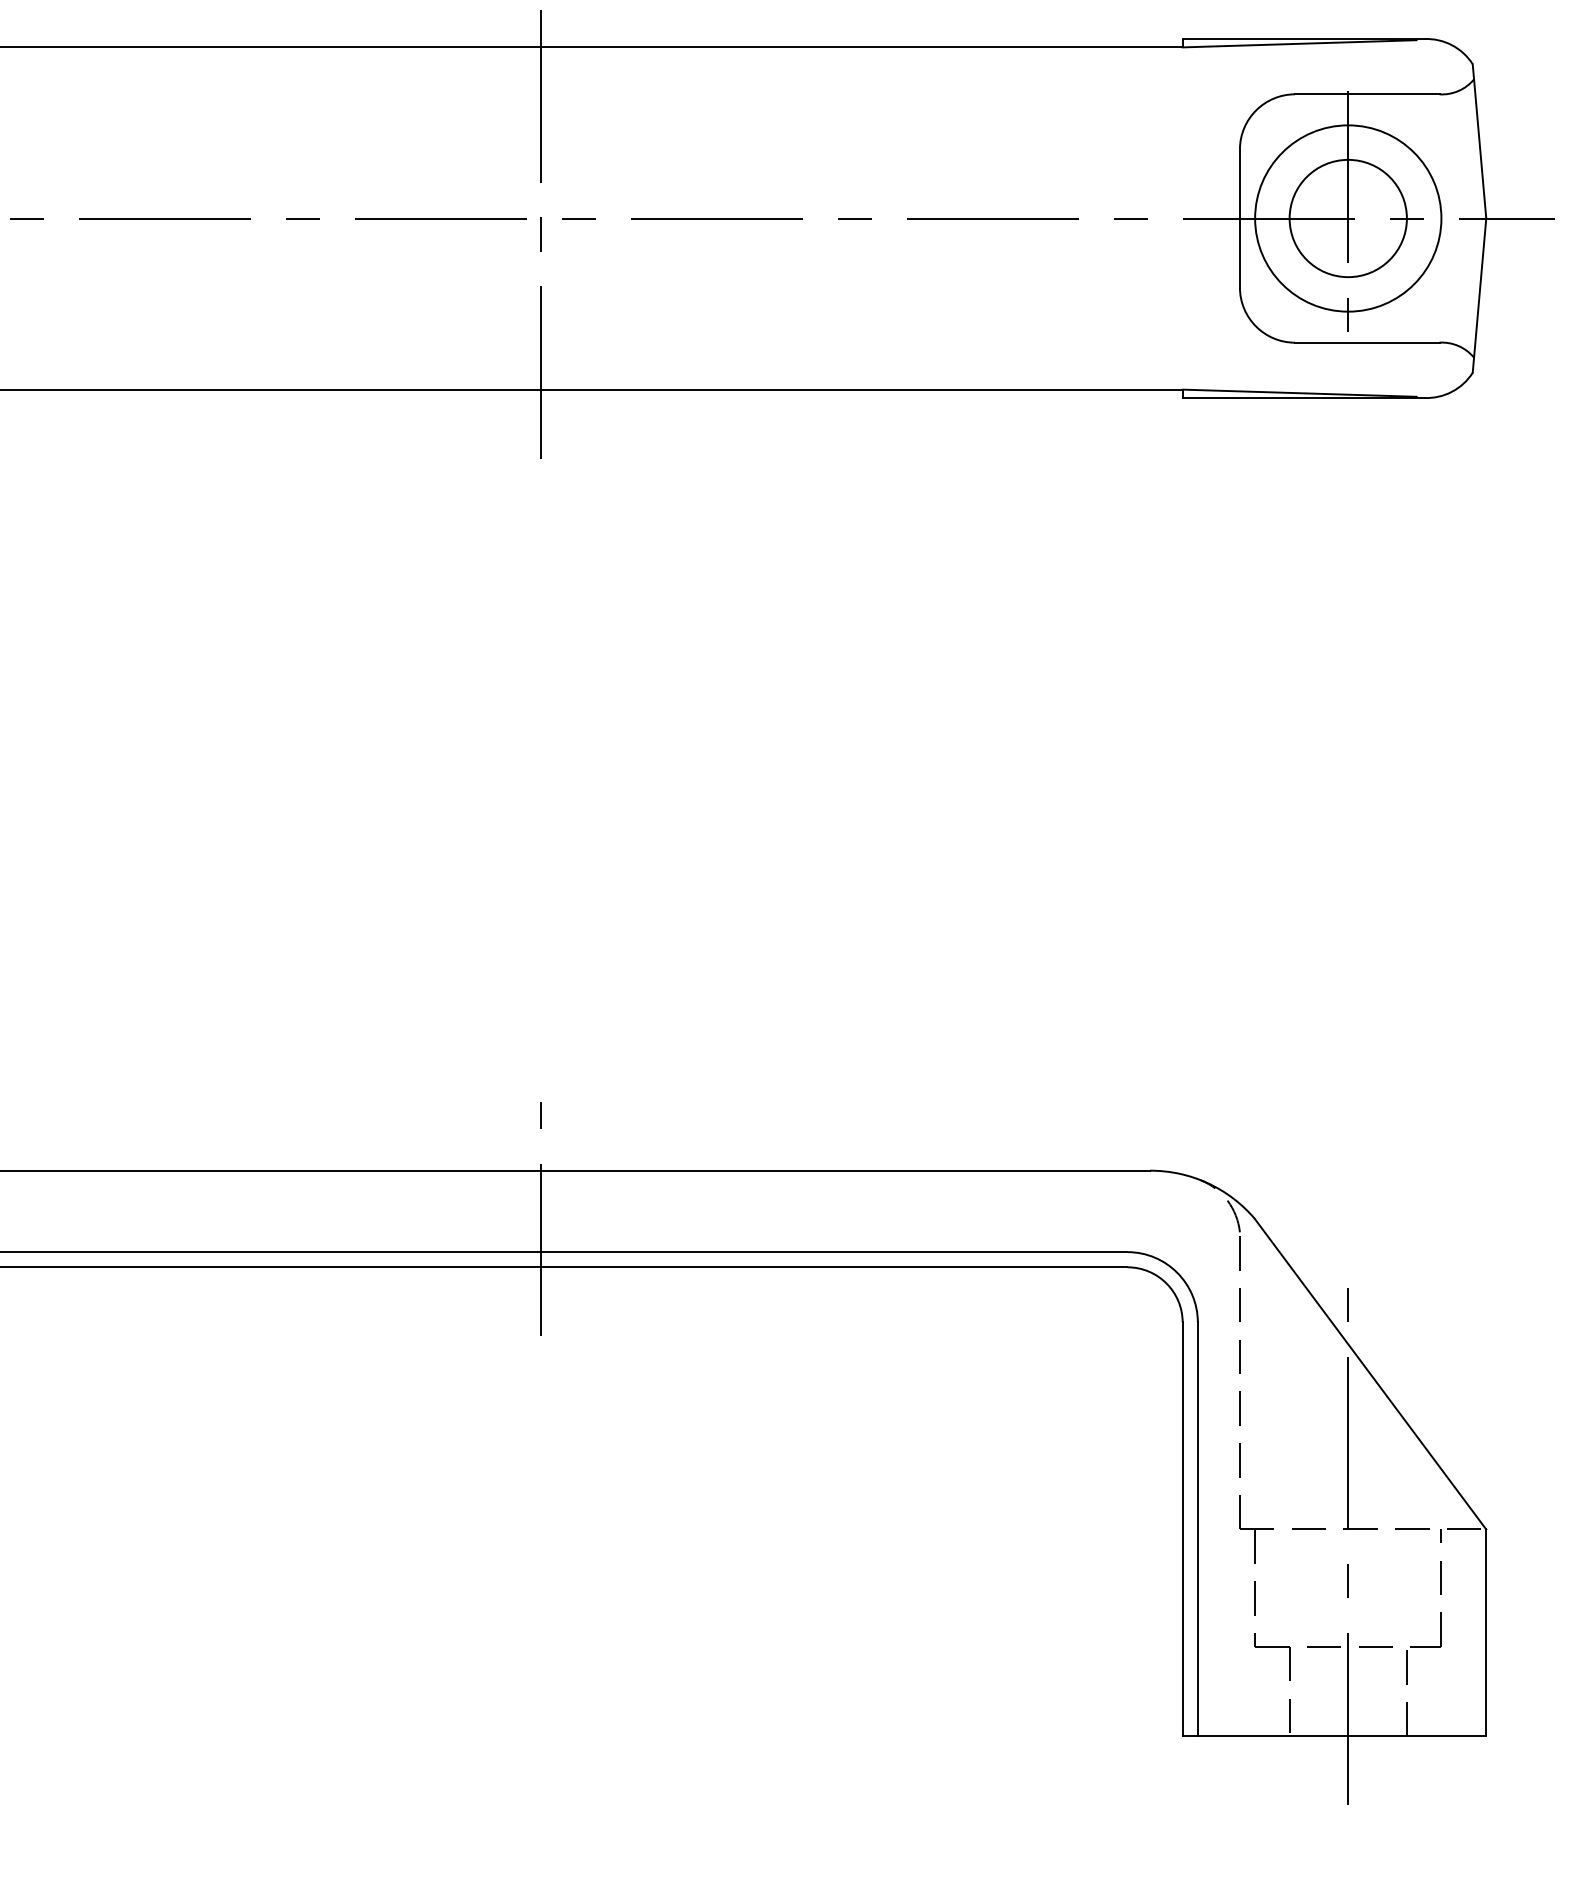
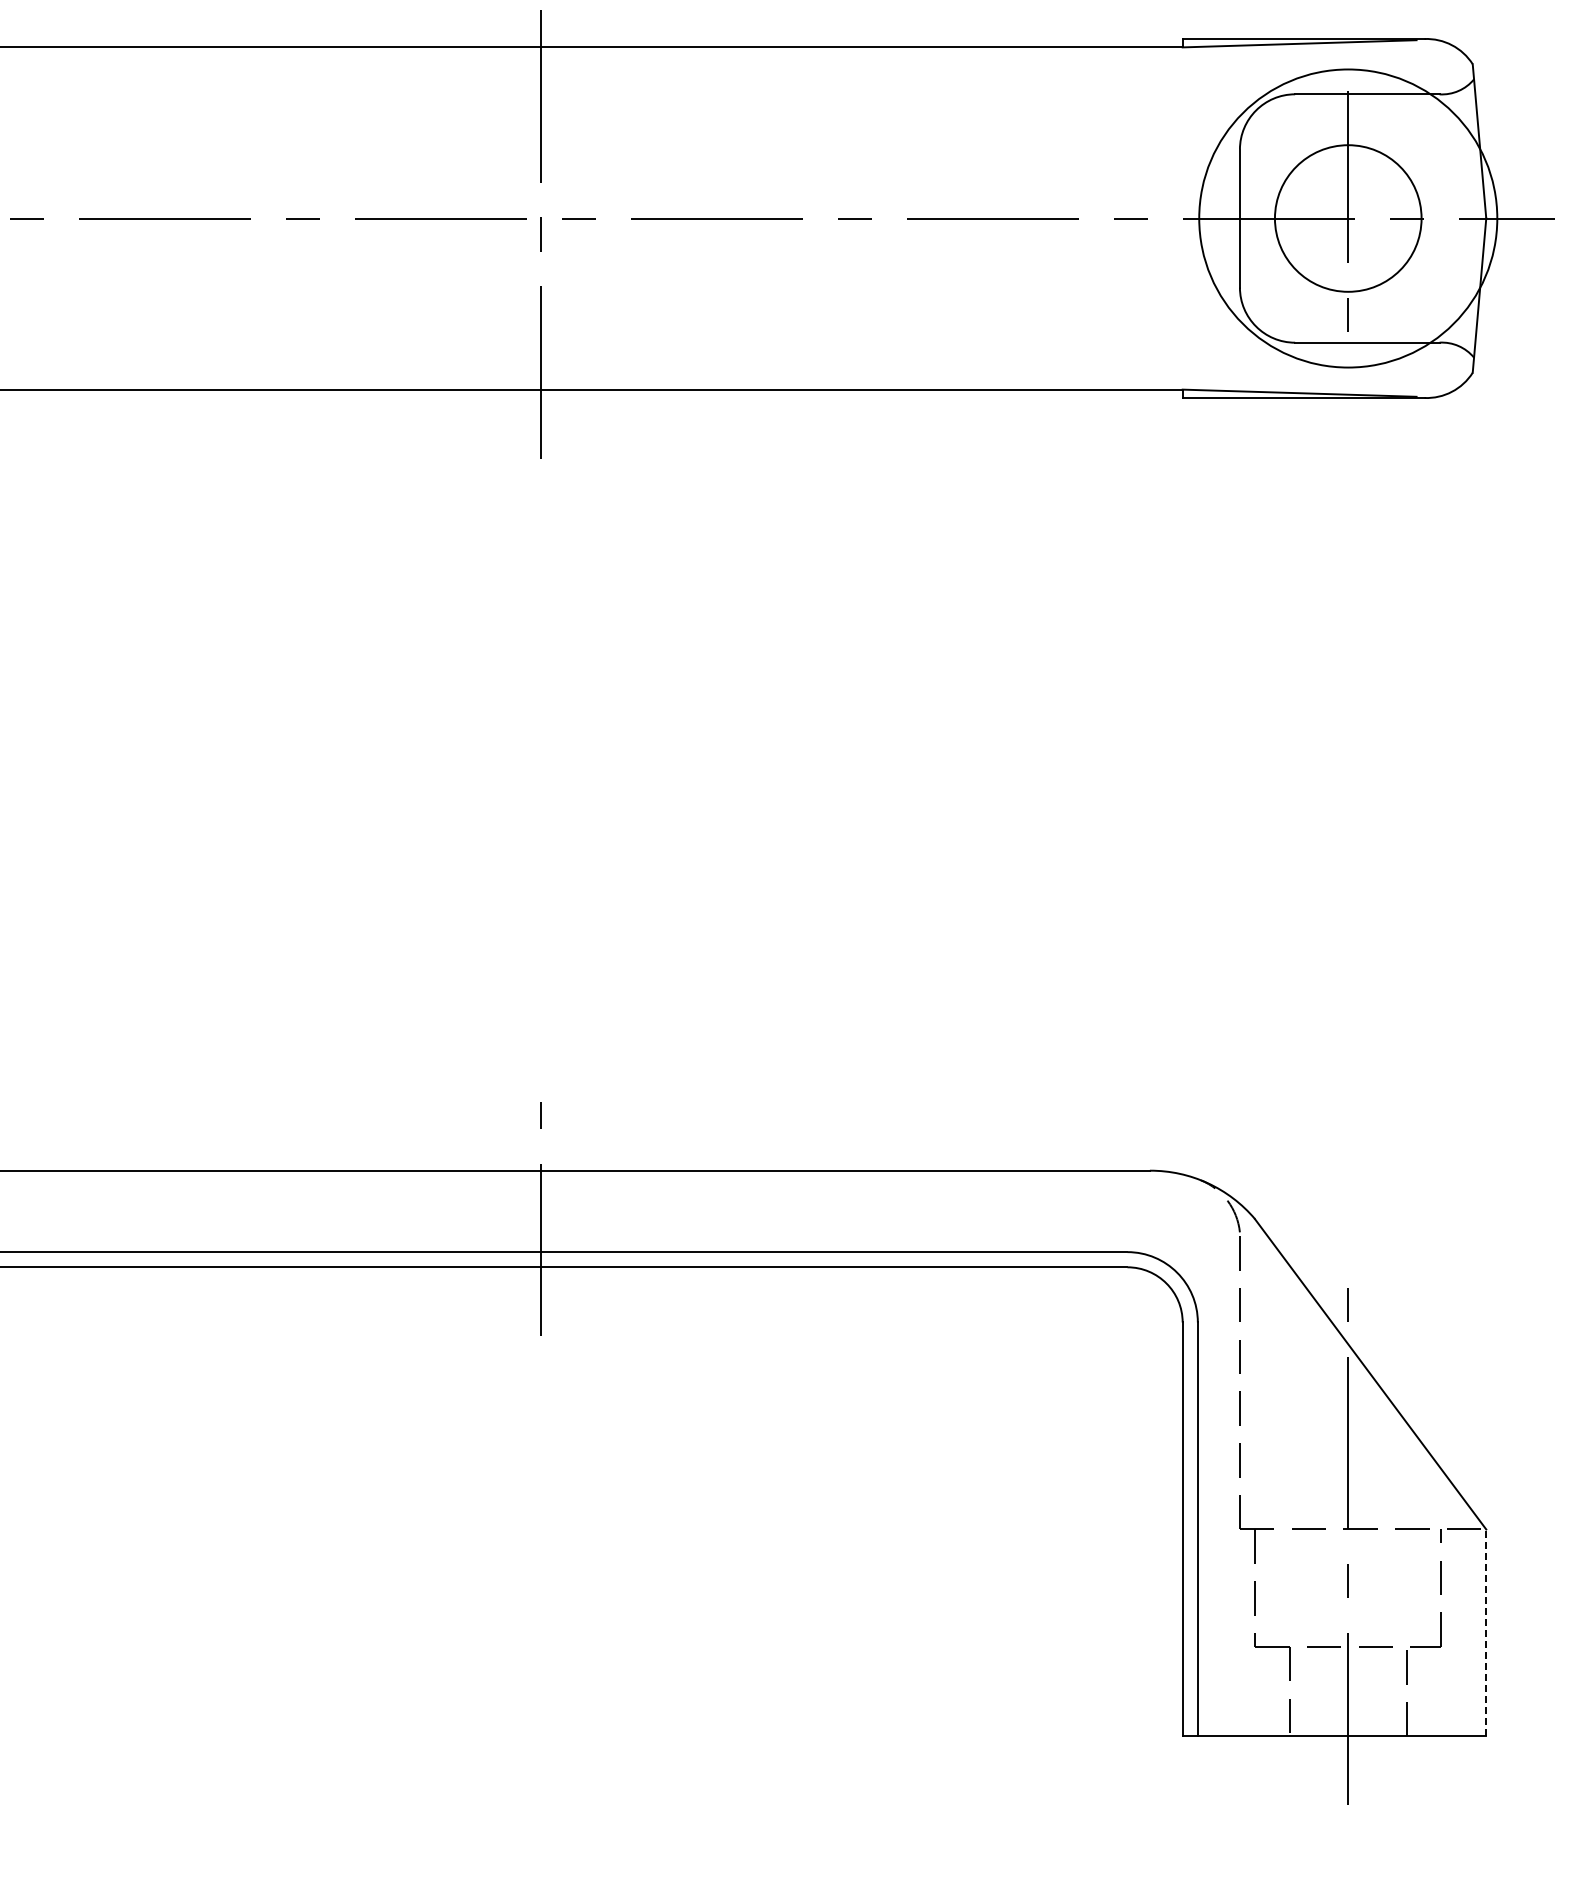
circle at (1347, 218) diameter: 117 px -> 147 px
circle at (1348, 218) diameter: 186 px -> 298 px
line at (1486, 1632): solid -> dashed
